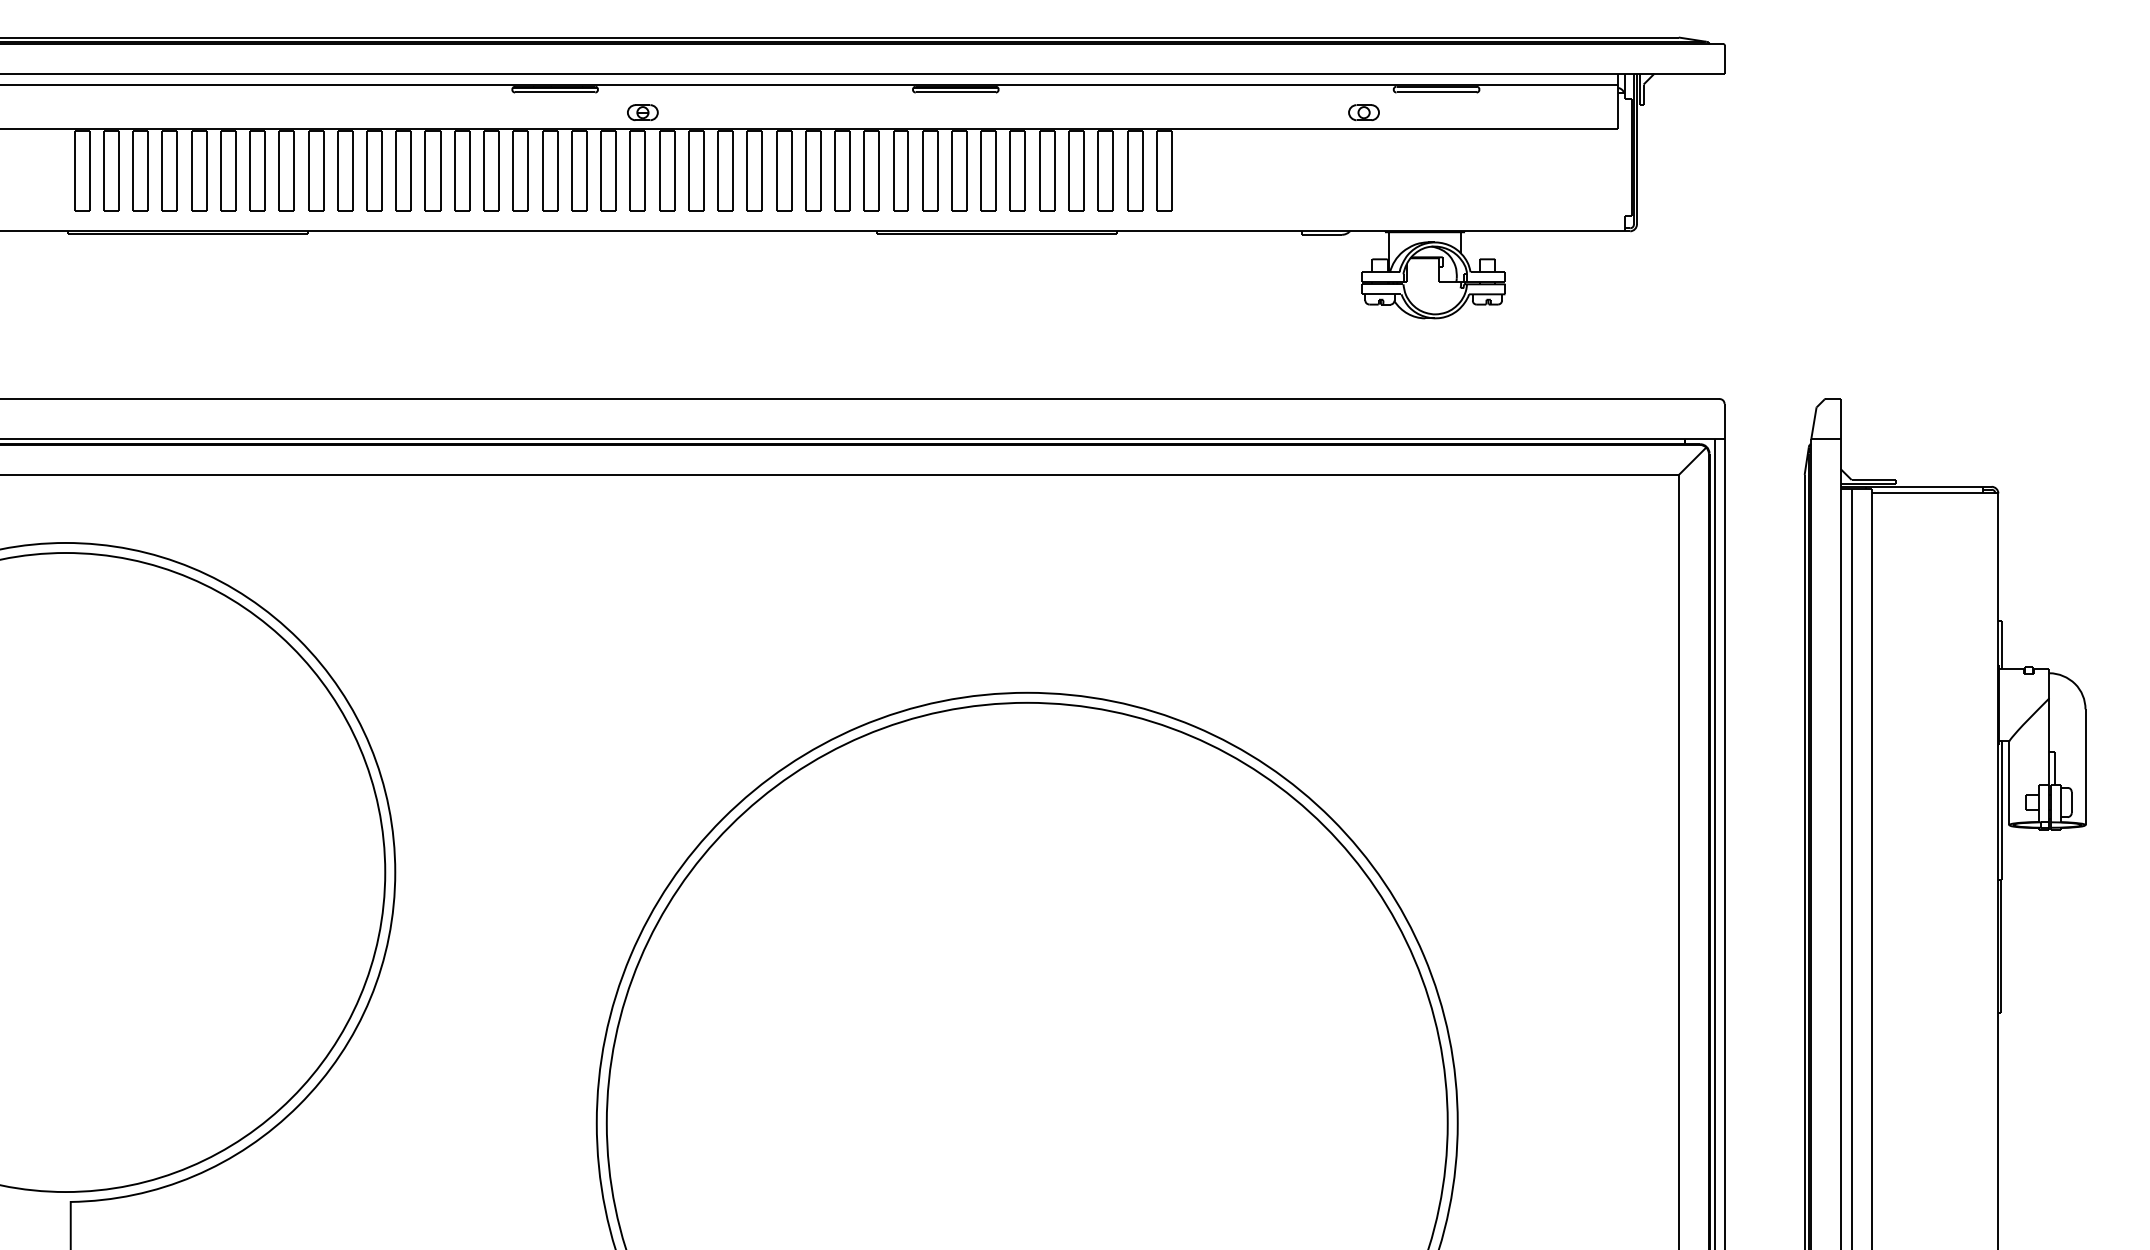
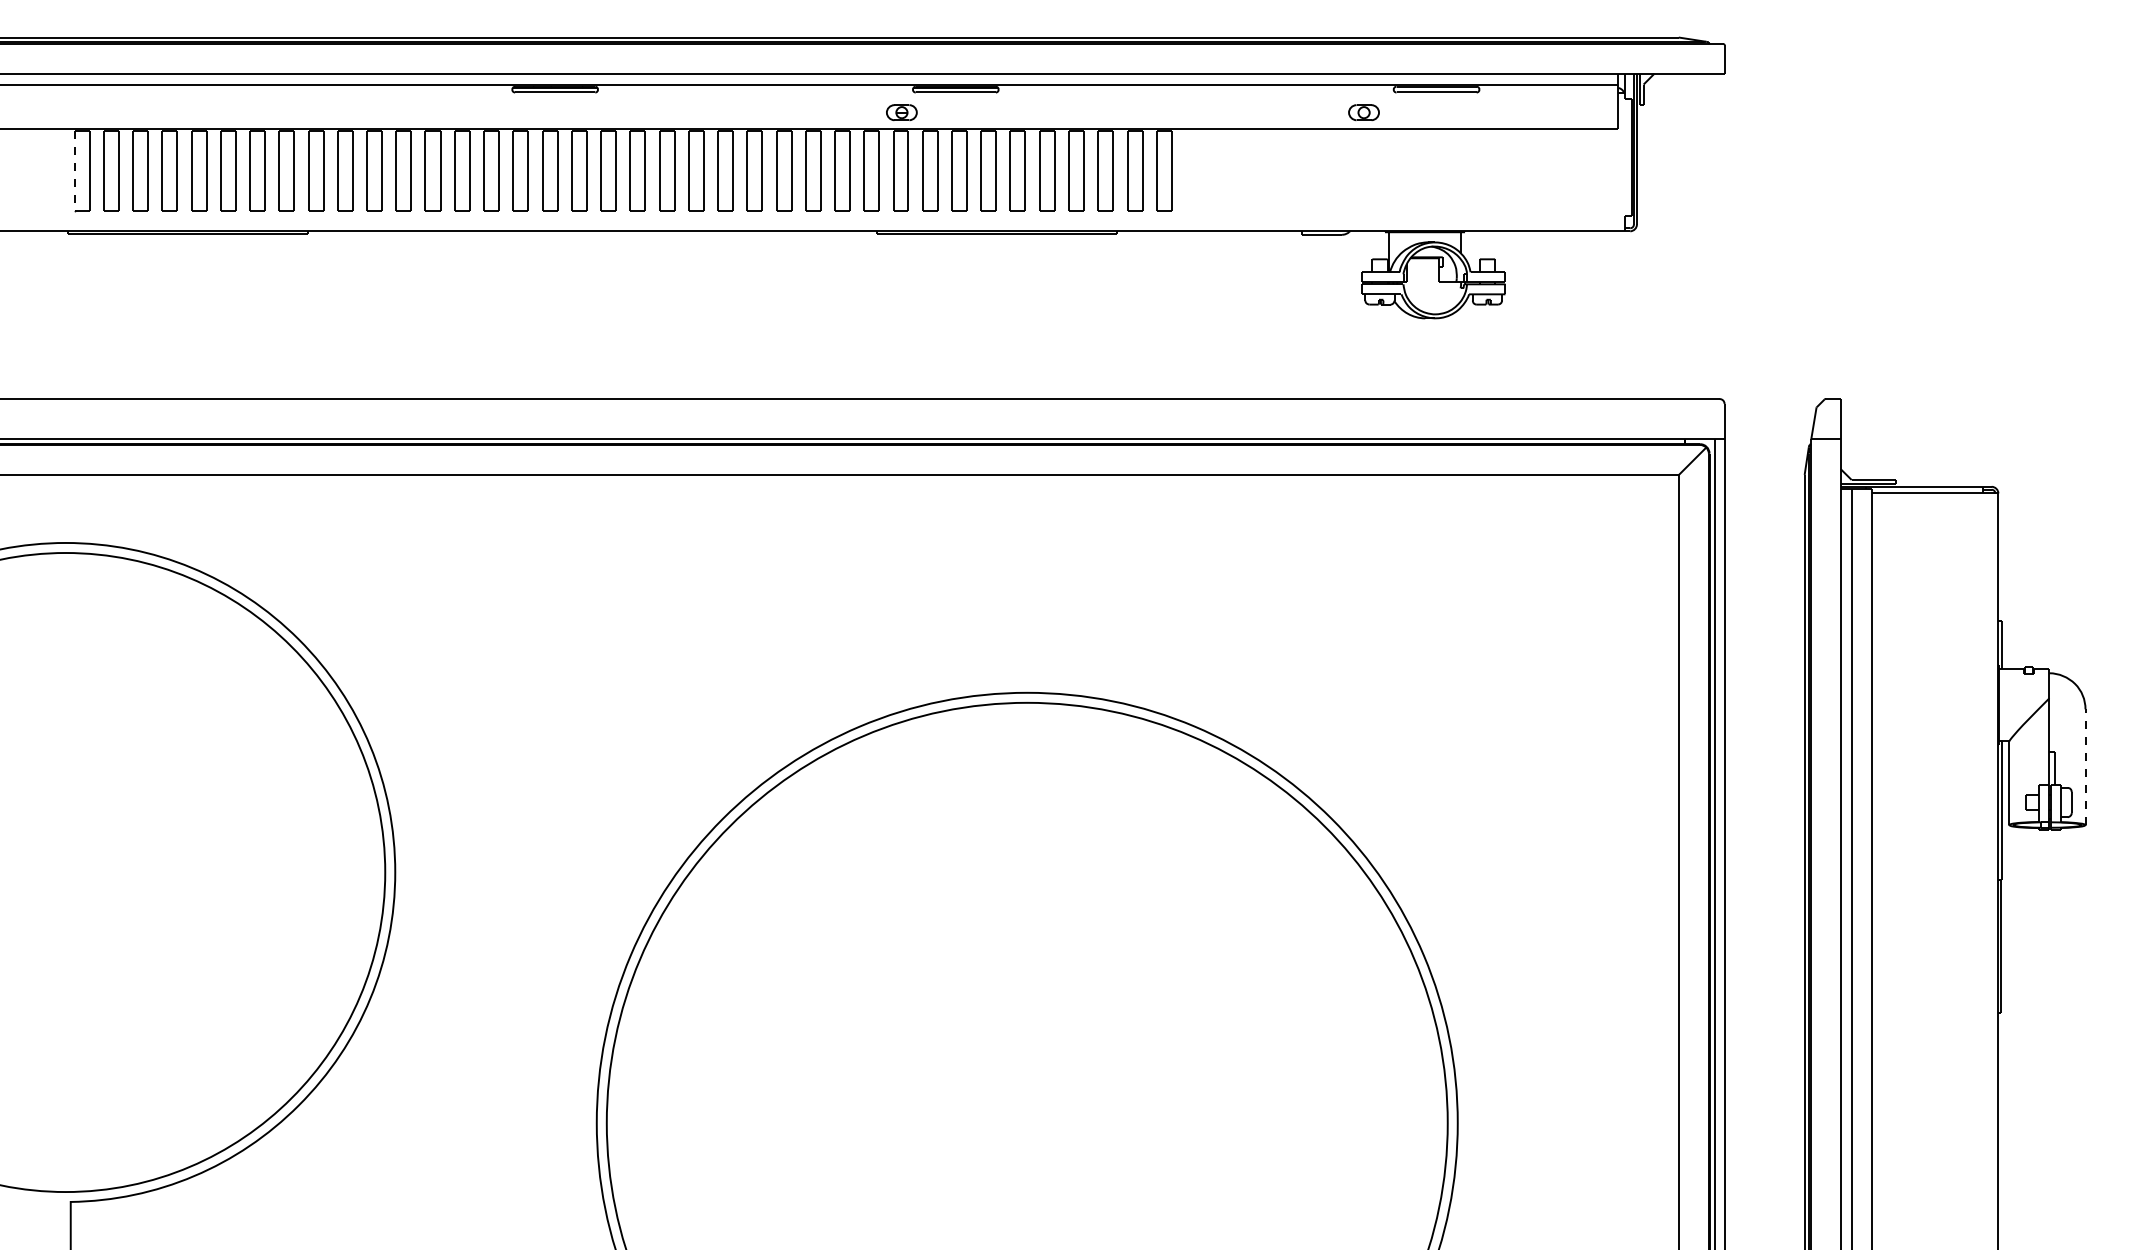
part at (642, 112) position: (642, 112) -> (901, 112)
line at (74, 171): solid -> dashed
line at (2085, 767): solid -> dashed
